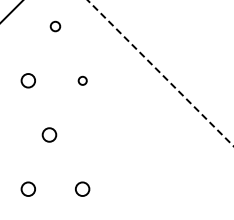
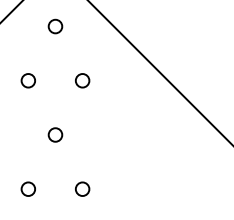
circle at (55, 26) size: 13x13 px -> 17x17 px
line at (160, 72): dashed -> solid
circle at (82, 80) size: 11x11 px -> 16x16 px
circle at (49, 134) position: (49, 134) -> (55, 134)
